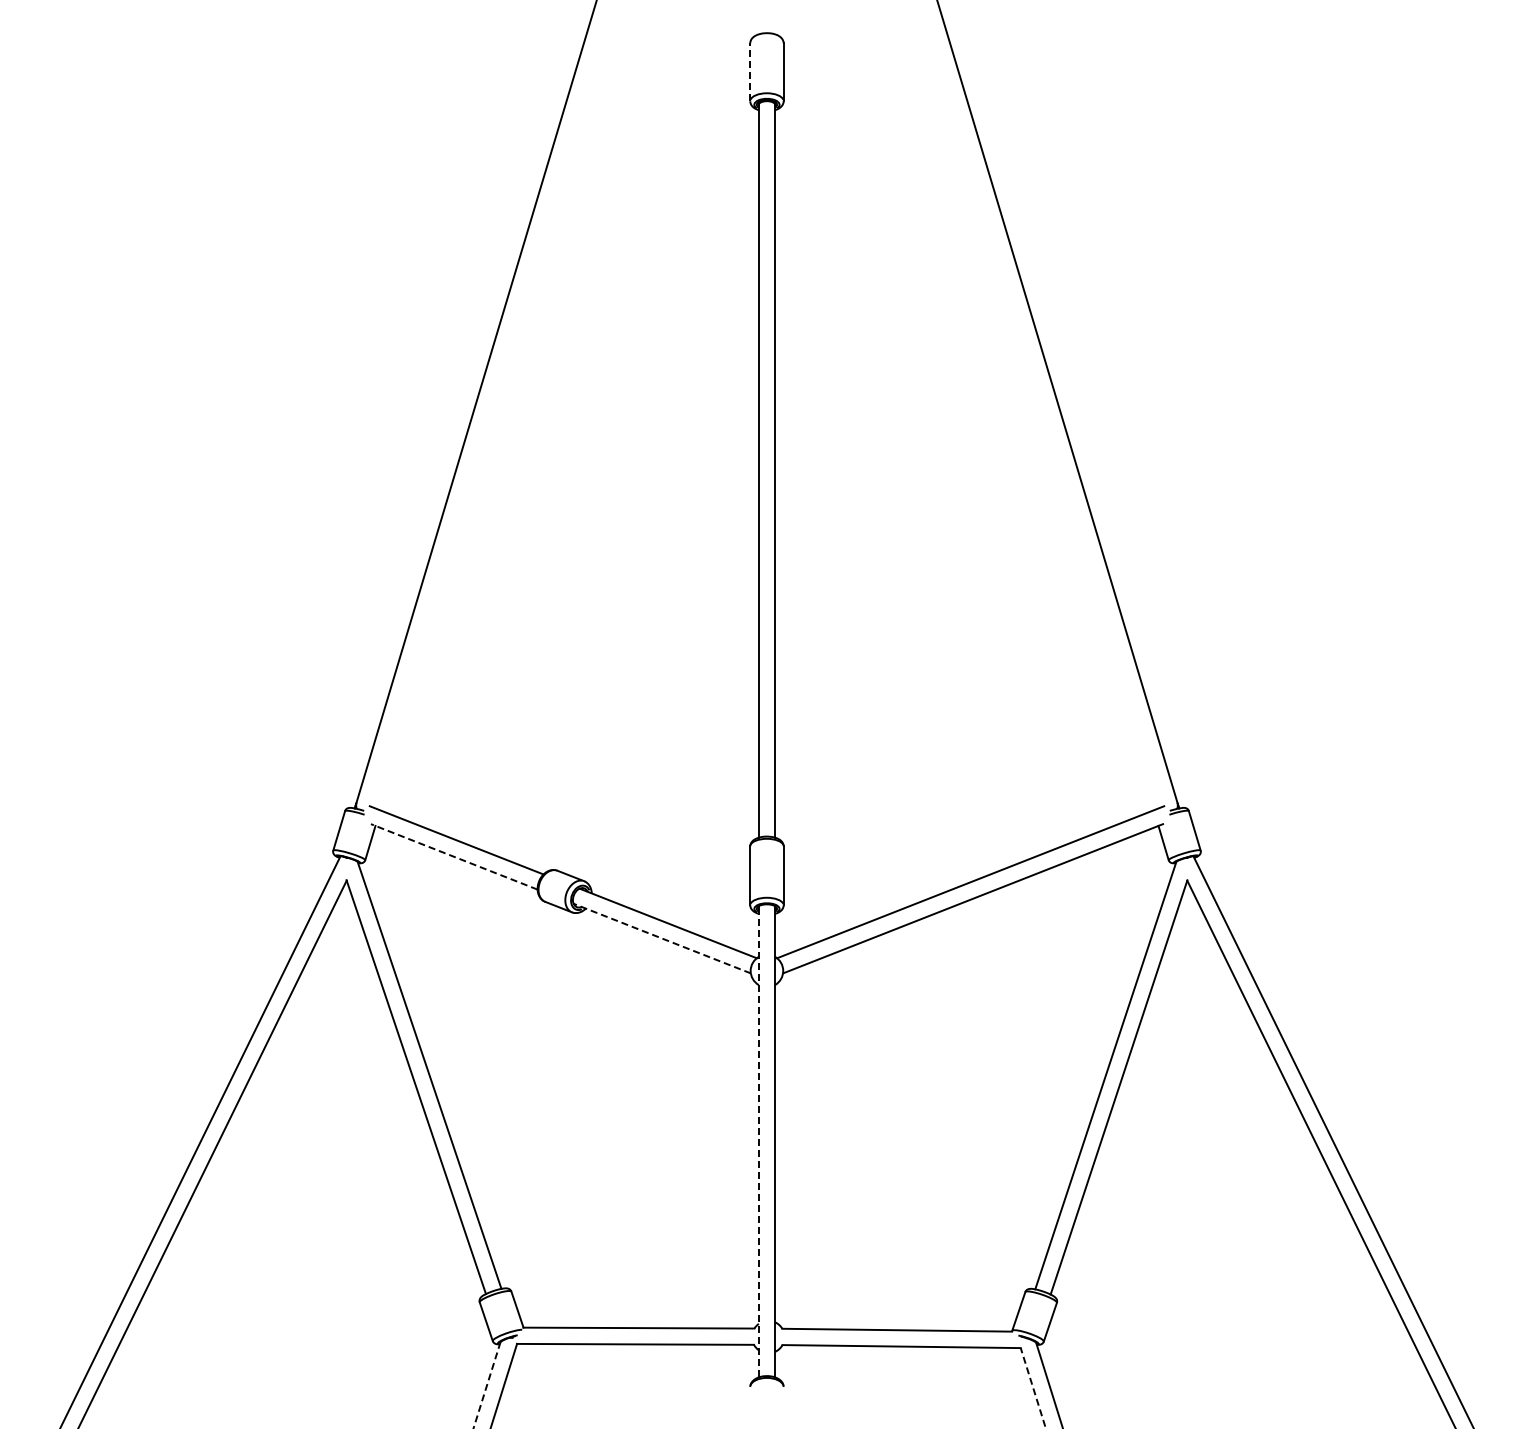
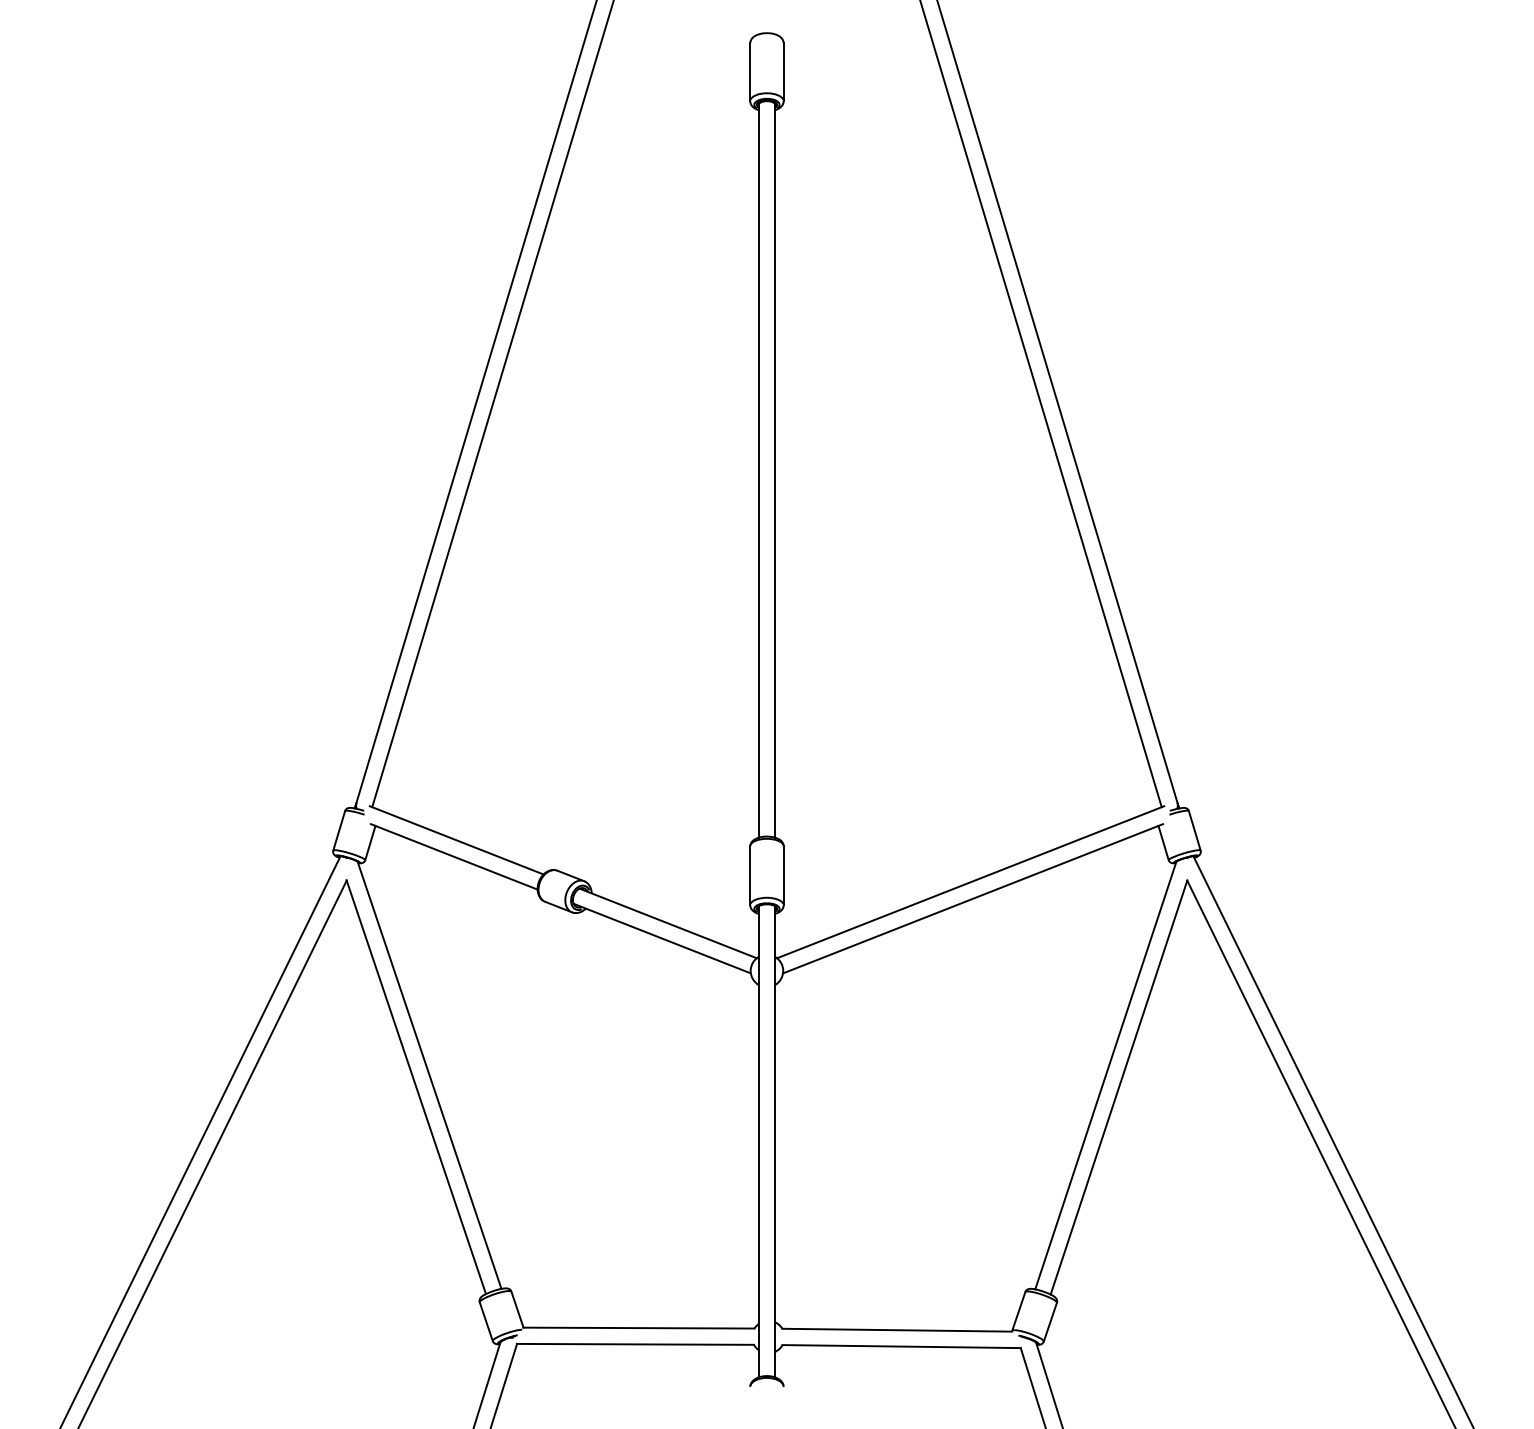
line at (750, 72): dashed -> solid
line at (492, 404): none -> present
line at (1040, 404): none -> present
line at (454, 856): dashed -> solid
line at (661, 938): dashed -> solid
line at (758, 1142): dashed -> solid
line at (486, 1385): dashed -> solid
line at (1033, 1387): dashed -> solid
